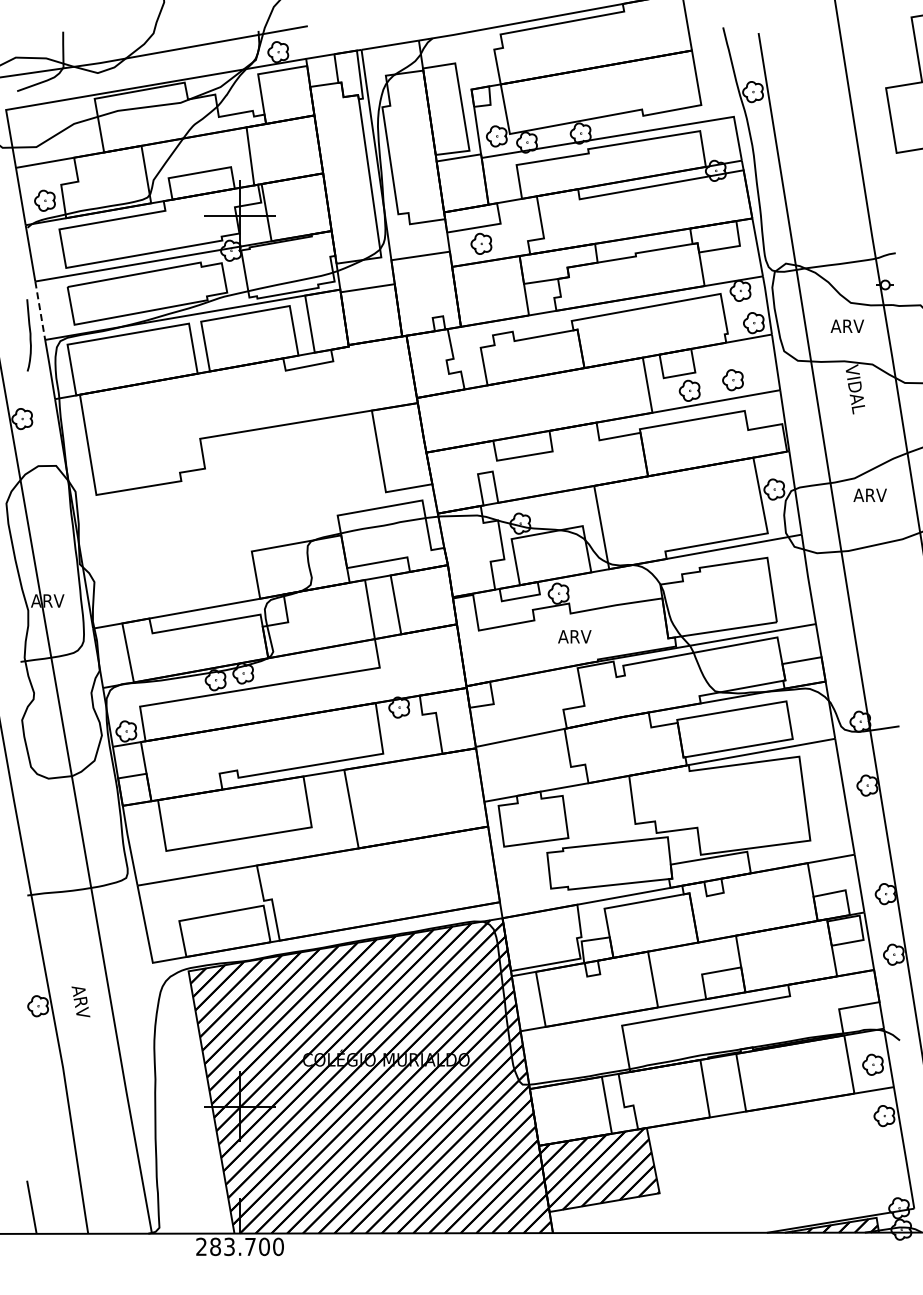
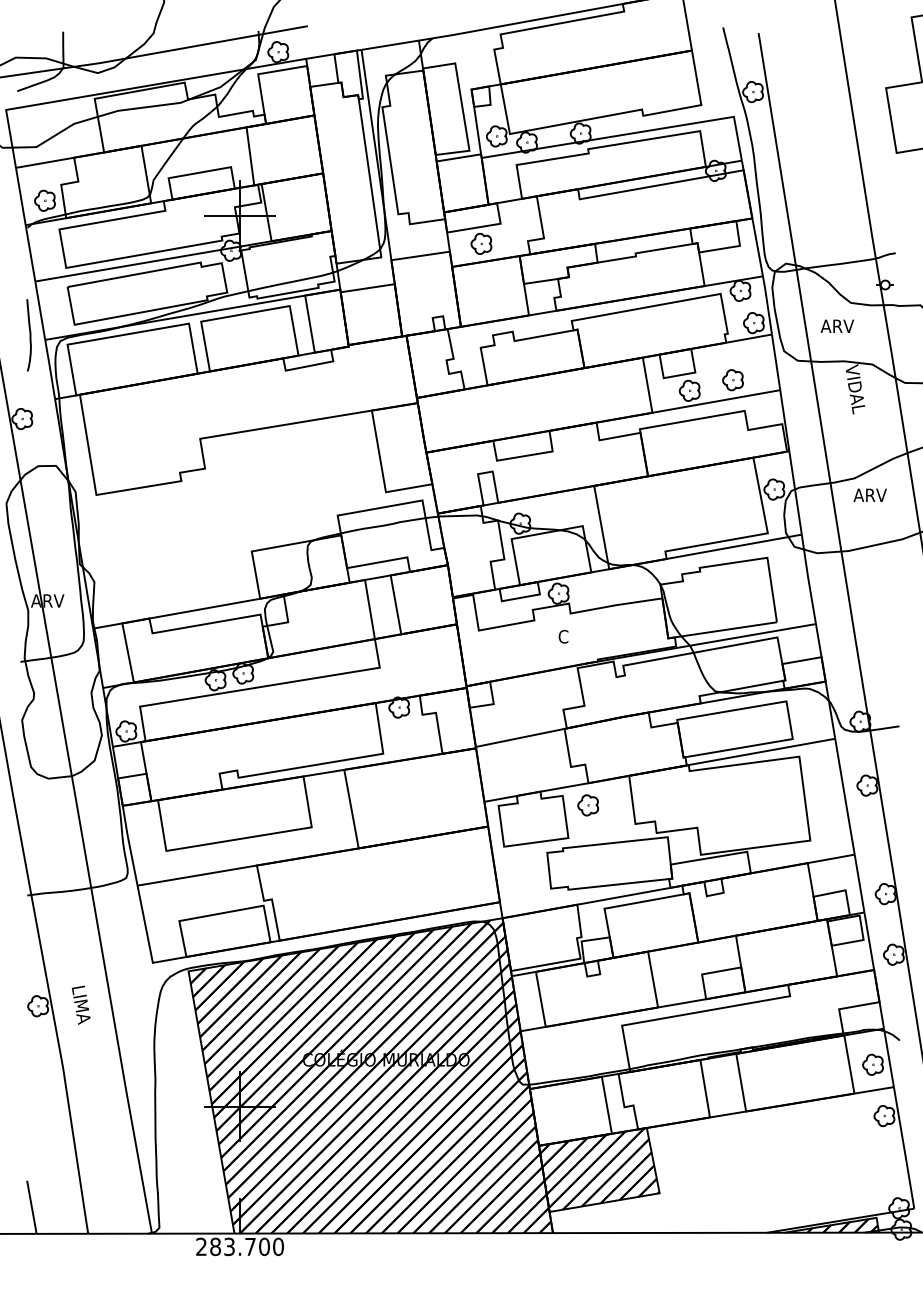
line at (40, 310): dashed -> solid
text at (846, 325) position: (846, 325) -> (836, 325)
text at (574, 636): ARV -> C
part at (588, 805): none -> present
text at (80, 1004): ARV -> LIMA
